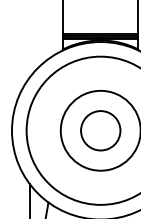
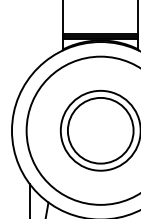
circle at (100, 130) diameter: 39 px -> 66 px
